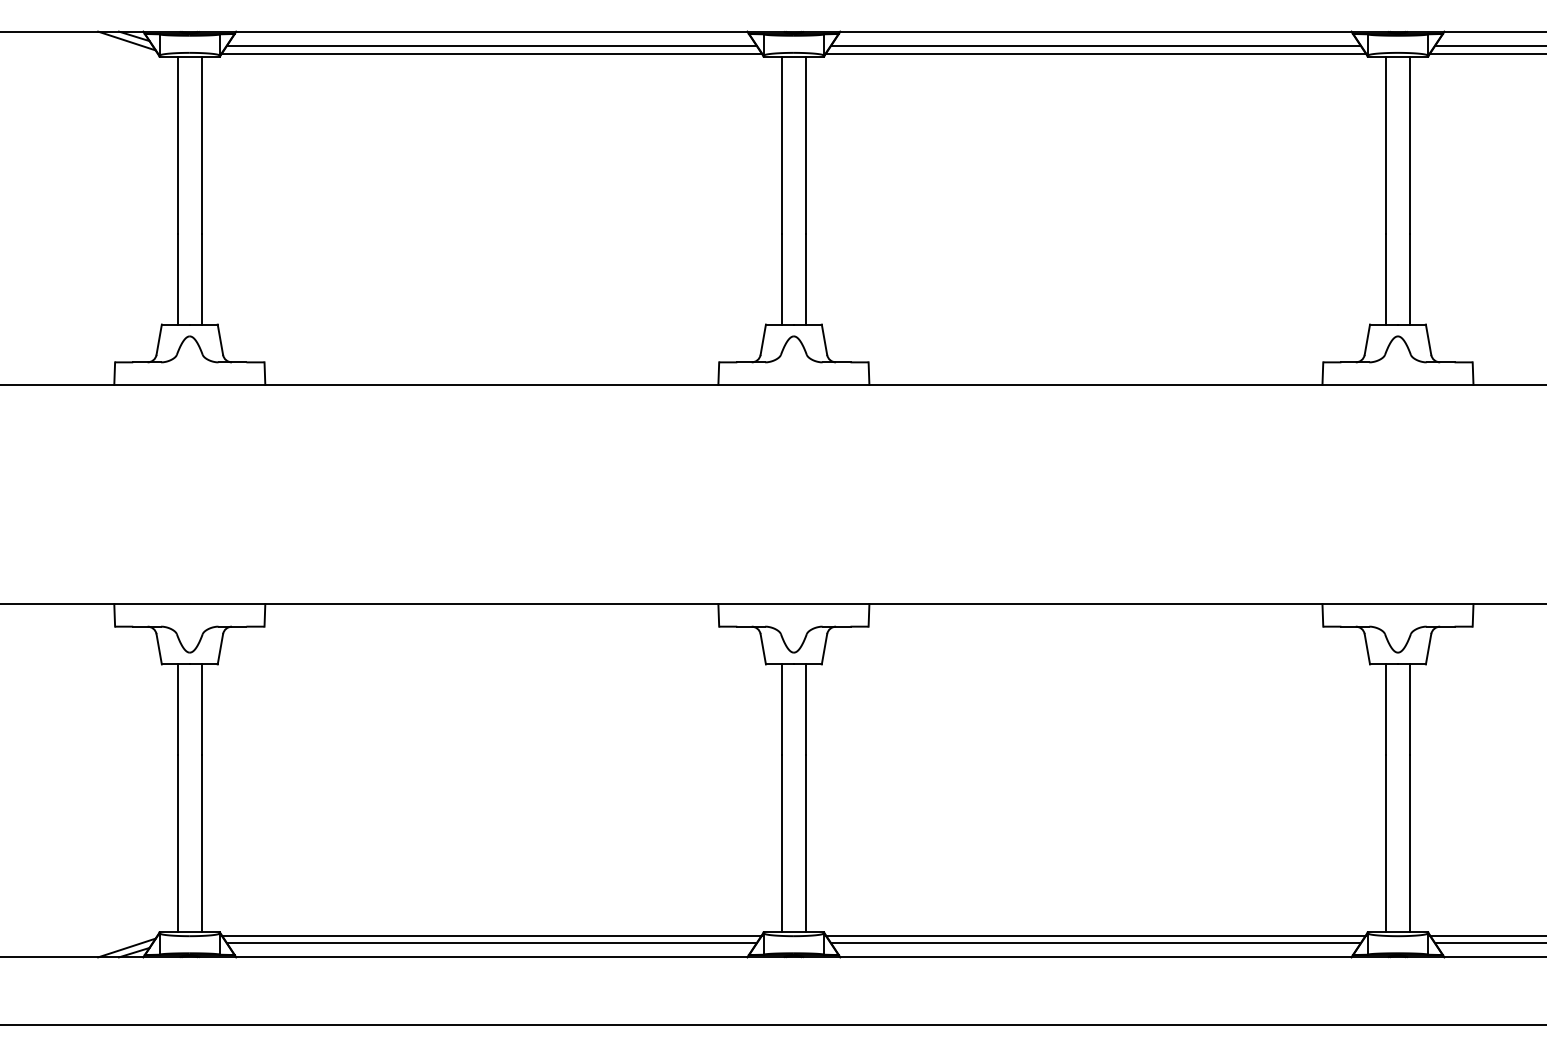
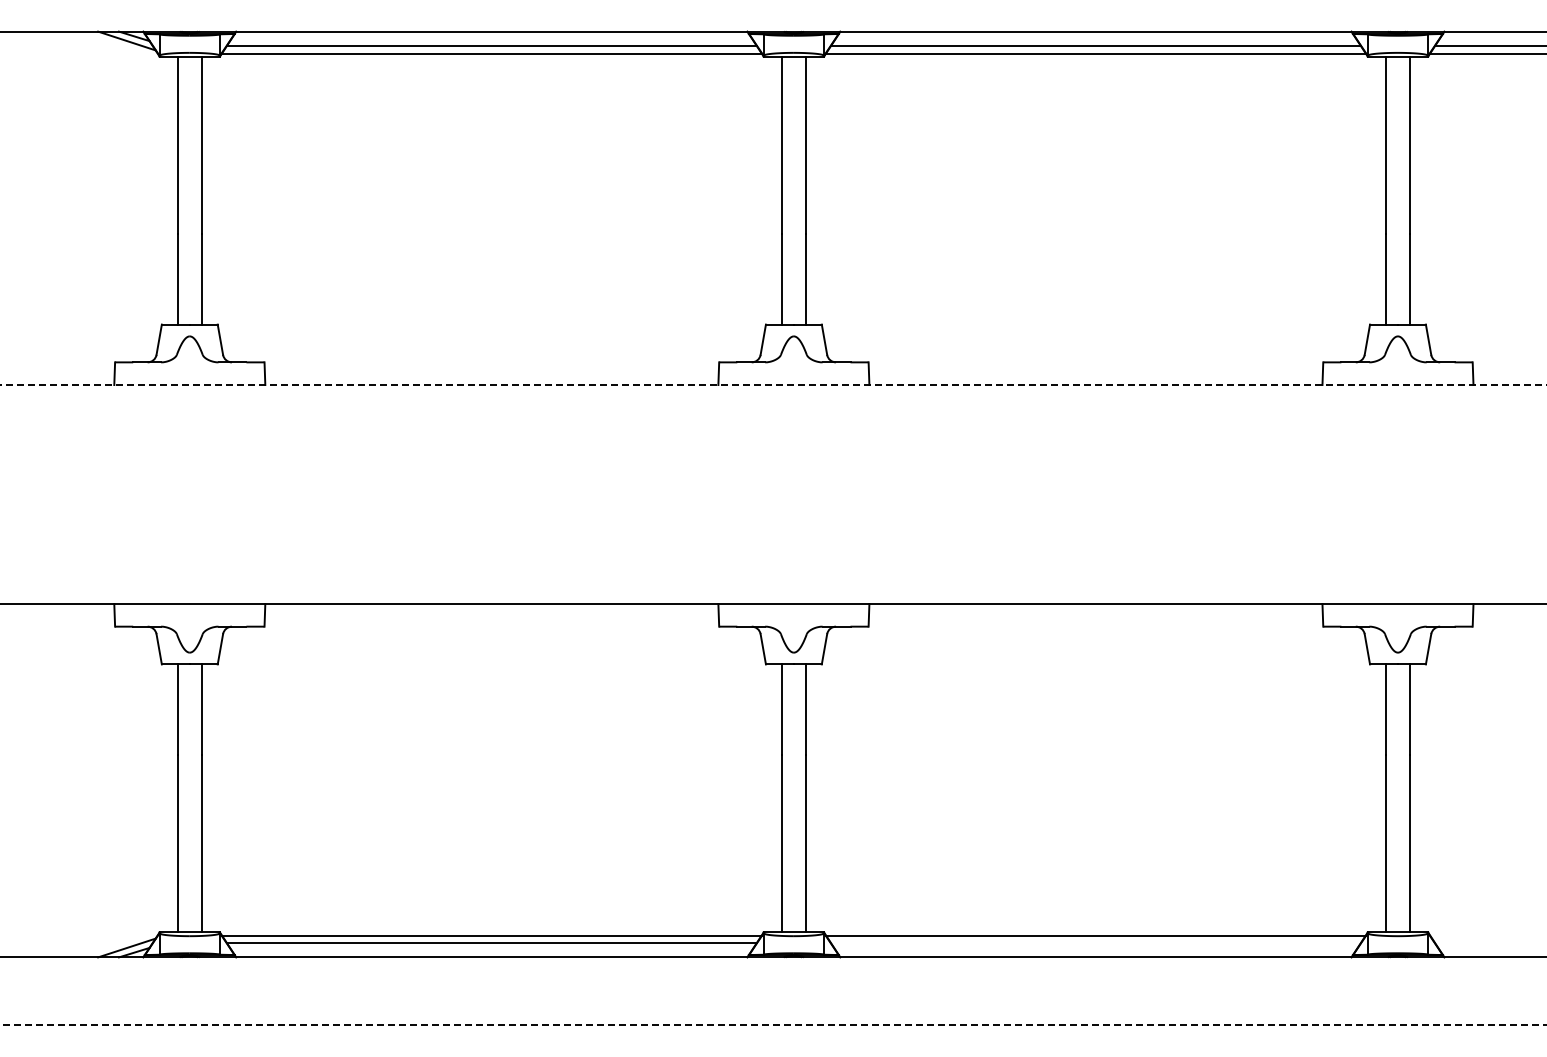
line at (773, 385): solid -> dashed
line at (1486, 935): present -> none
line at (1095, 943): present -> none
line at (1489, 943): present -> none
line at (773, 1025): solid -> dashed
